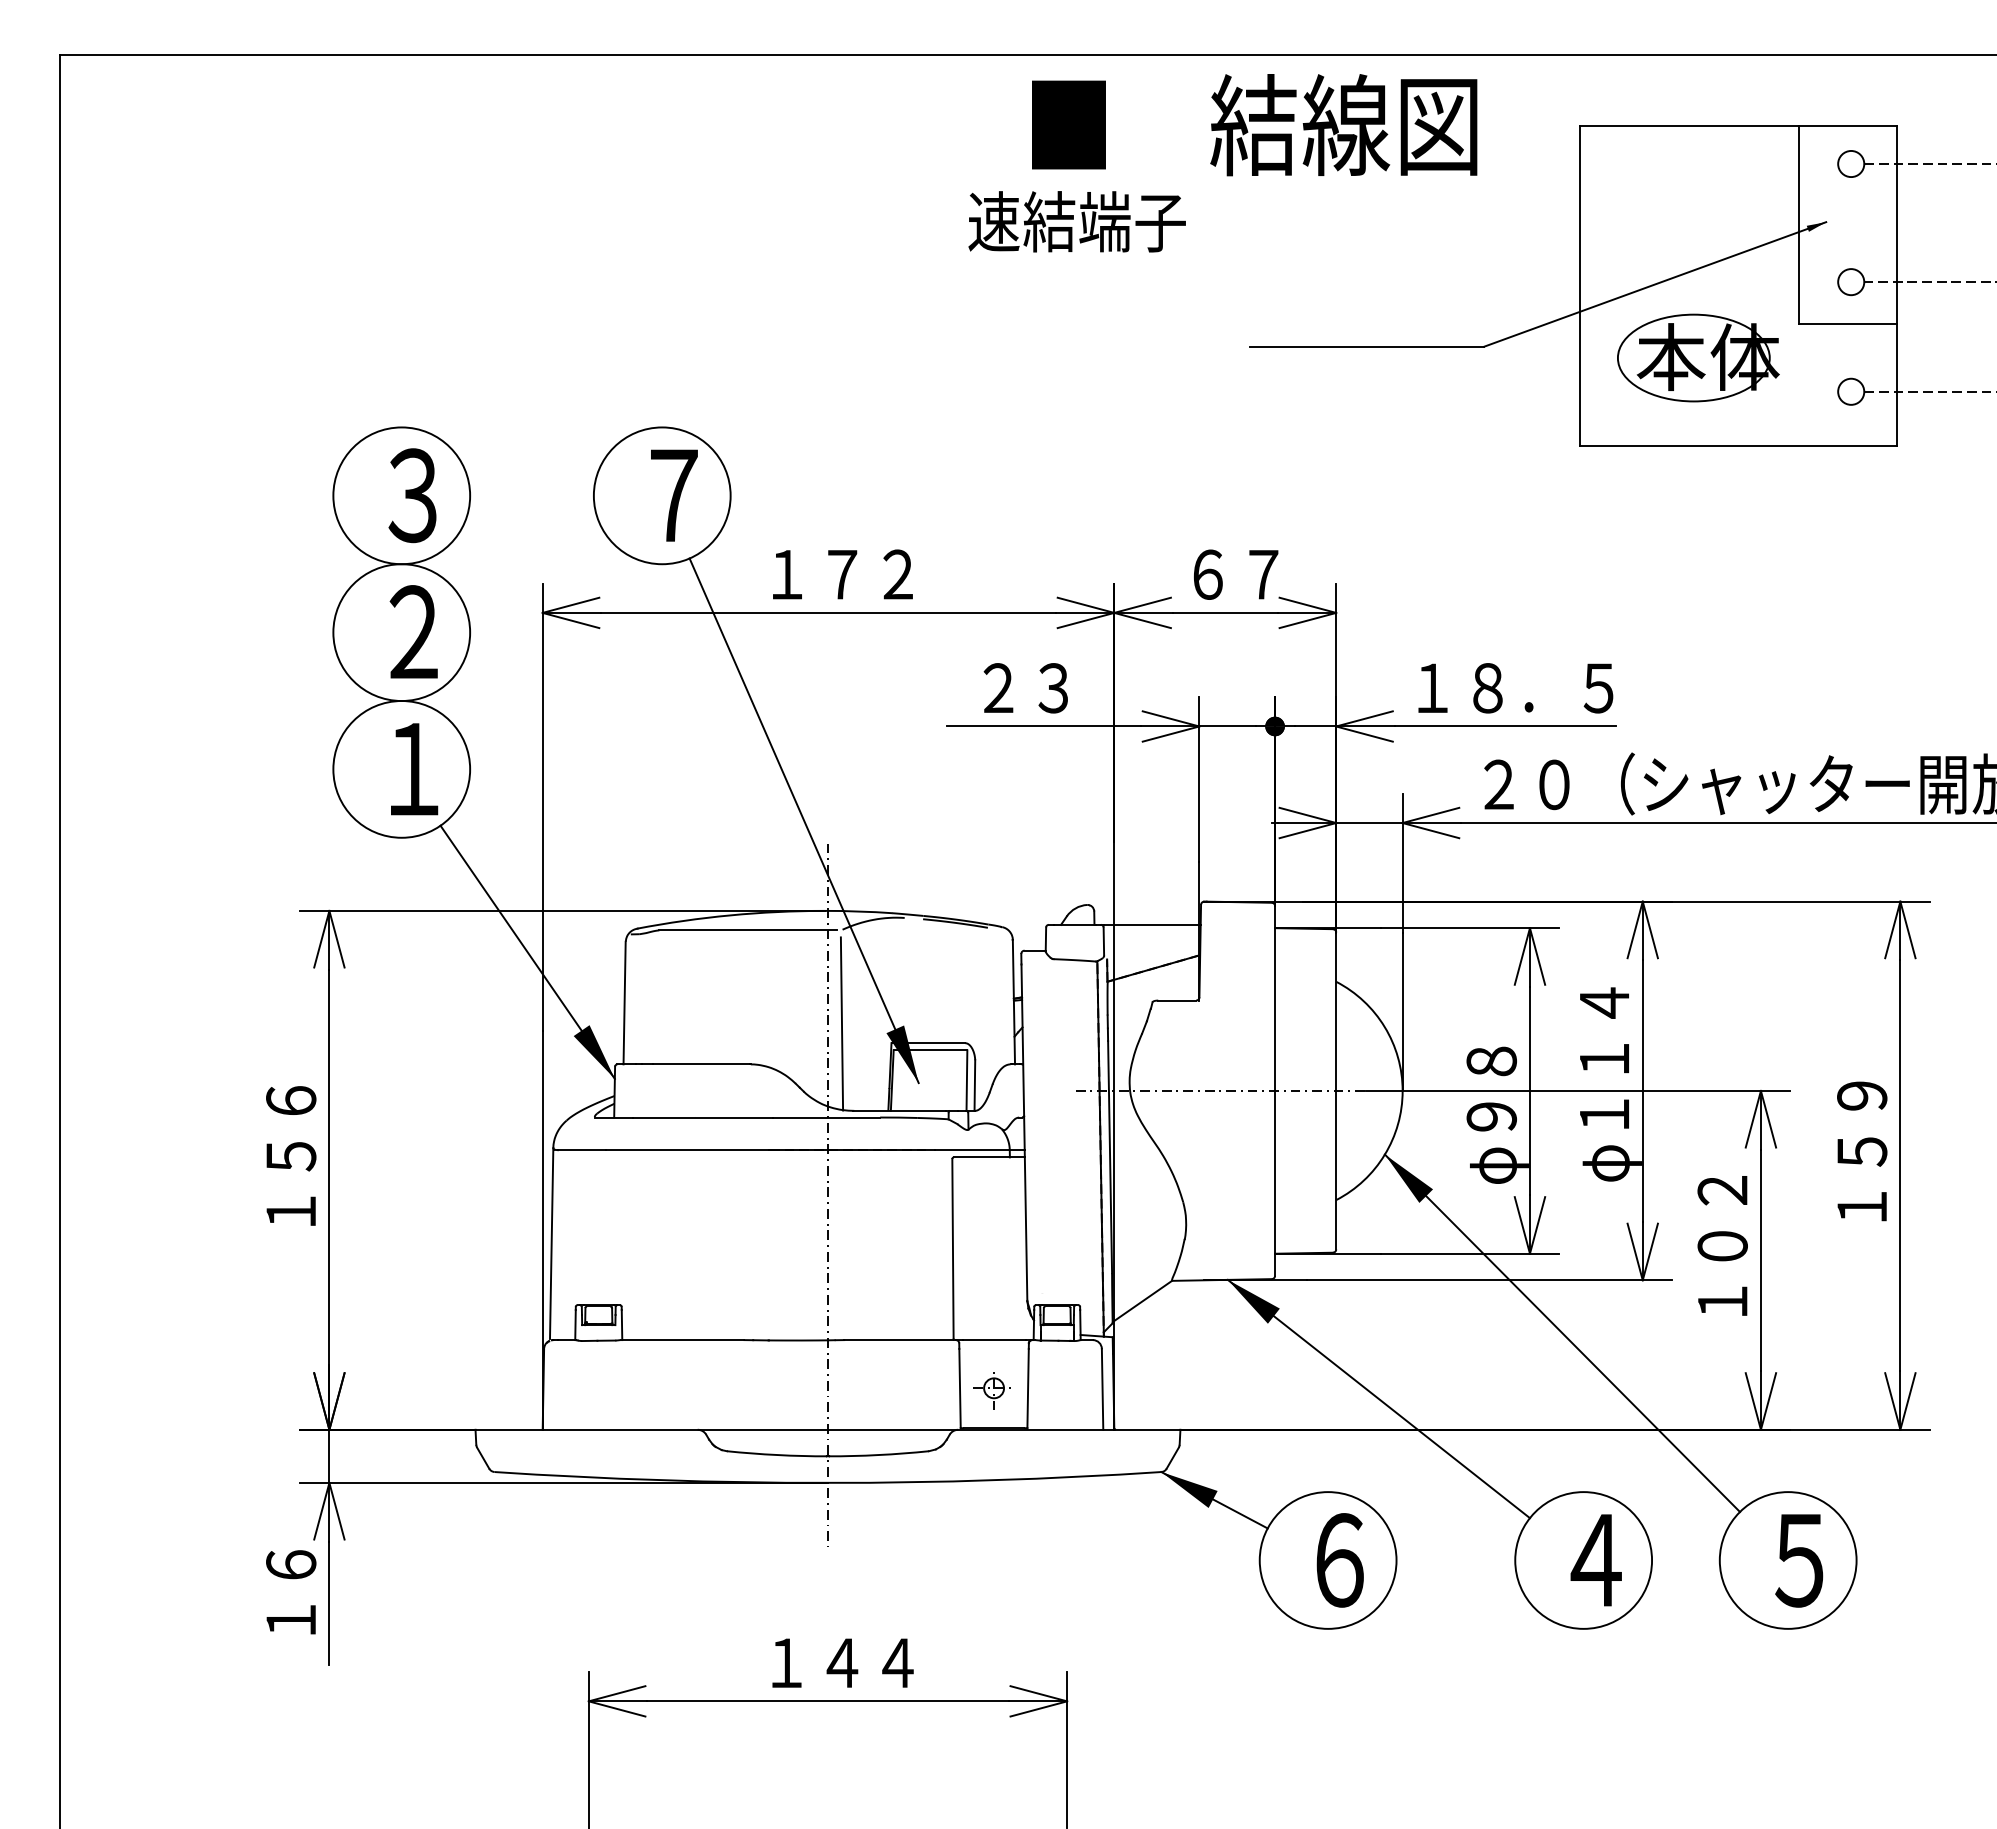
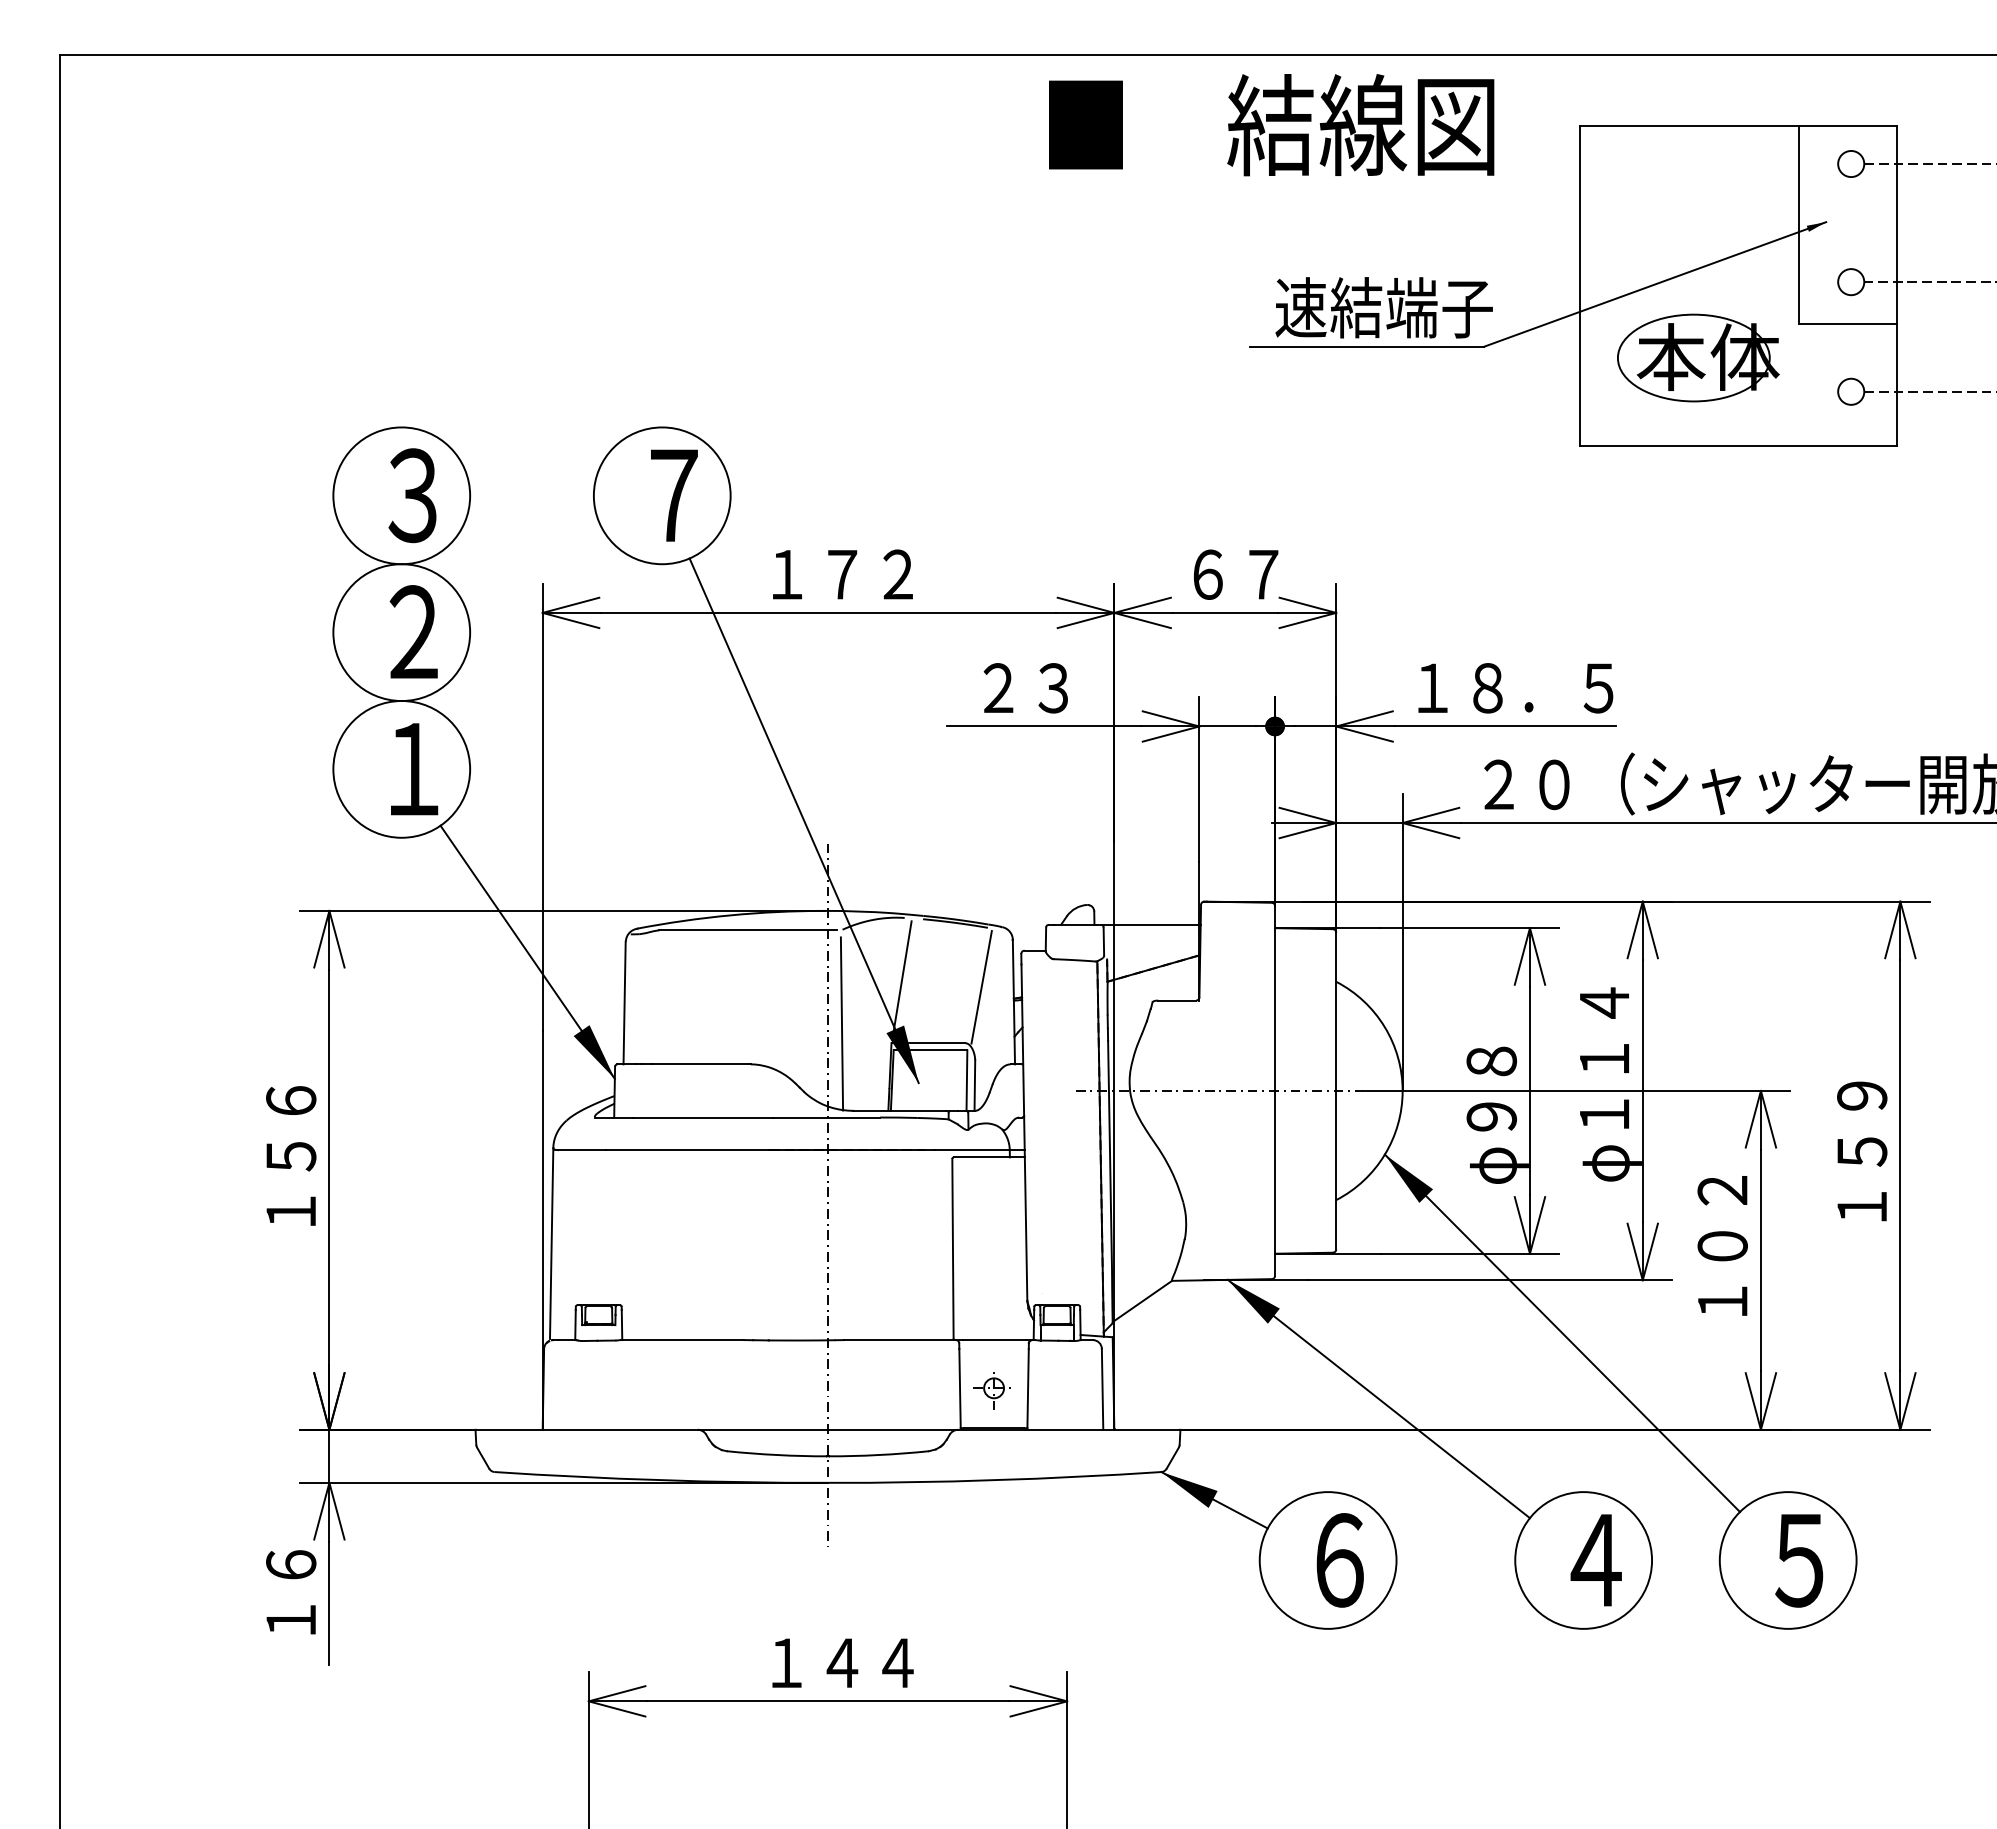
text at (1254, 125) position: (1254, 125) -> (1271, 125)
text at (1076, 221) position: (1076, 221) -> (1383, 307)
line at (901, 980): none -> present
line at (981, 987): none -> present
